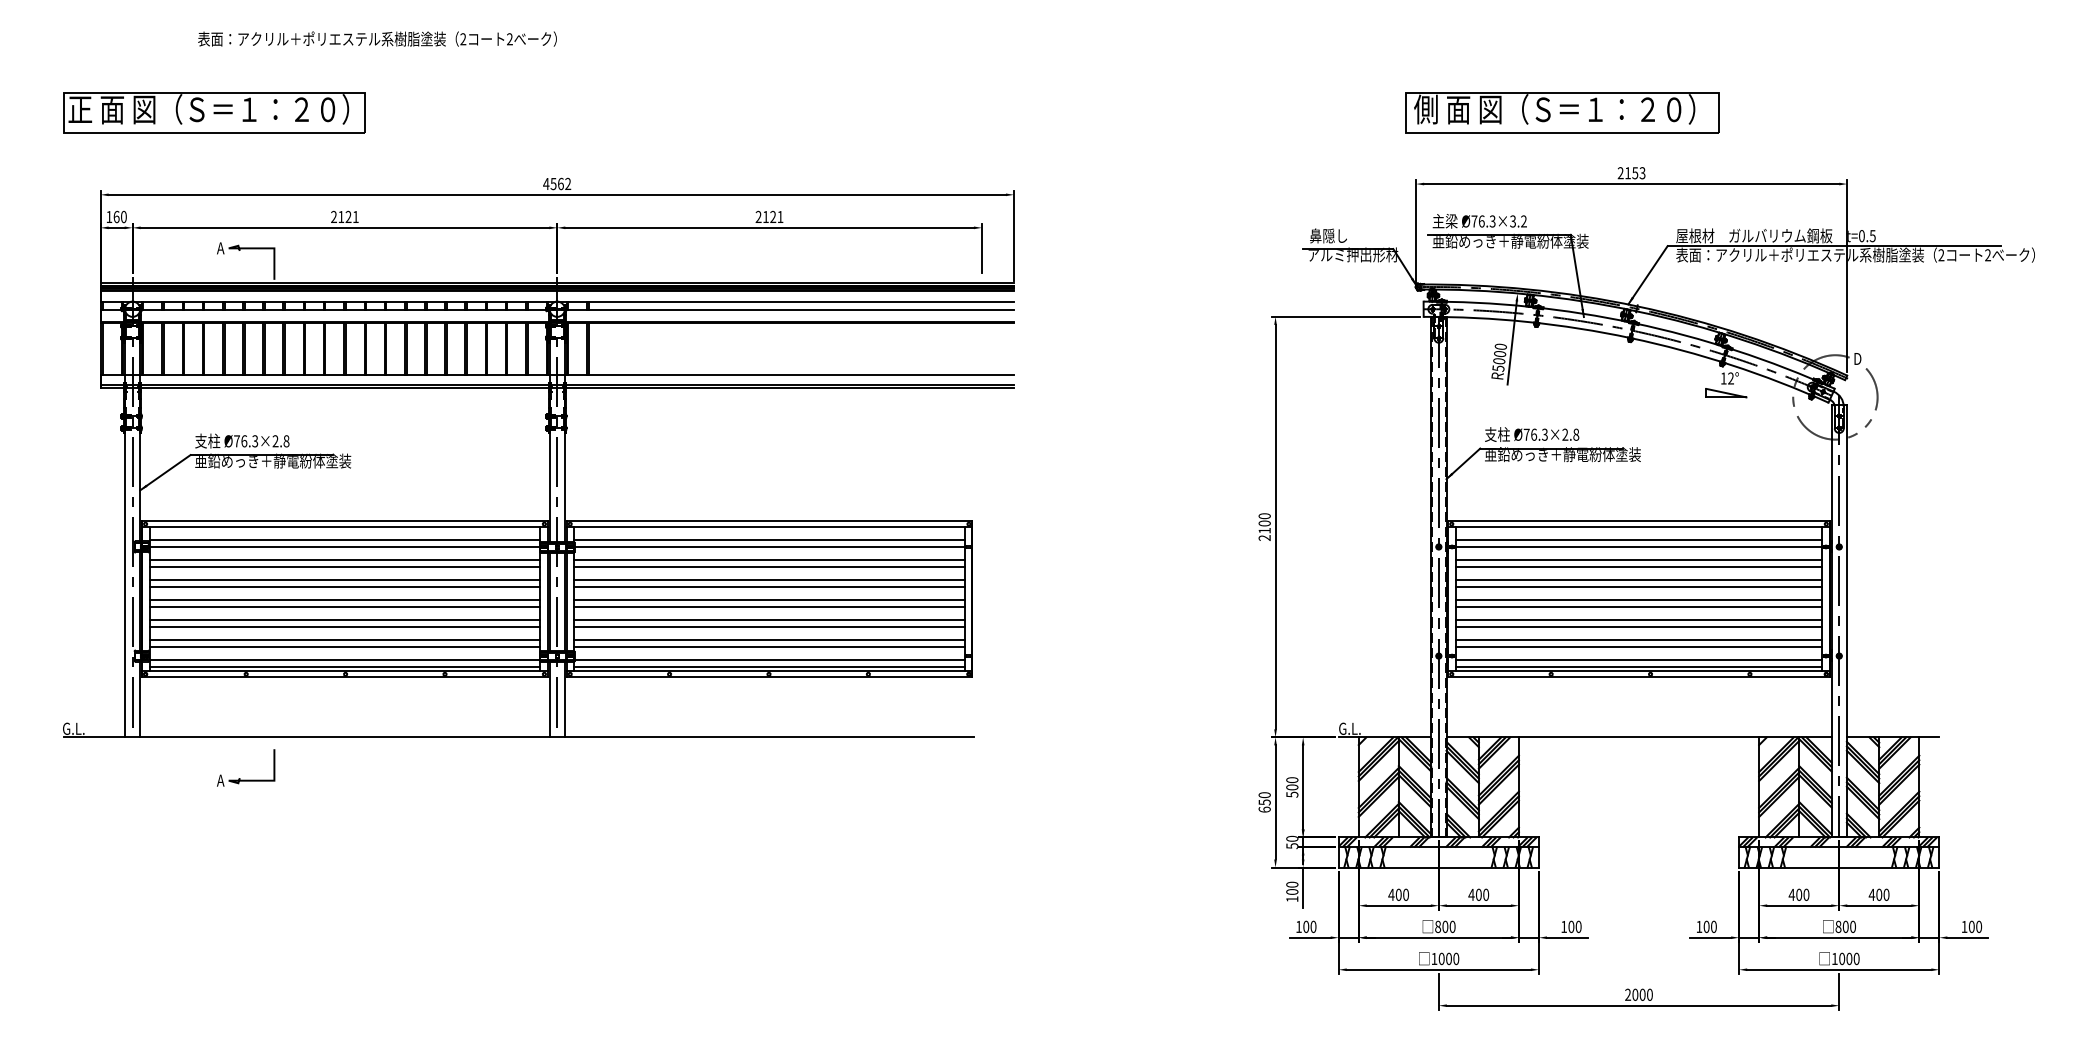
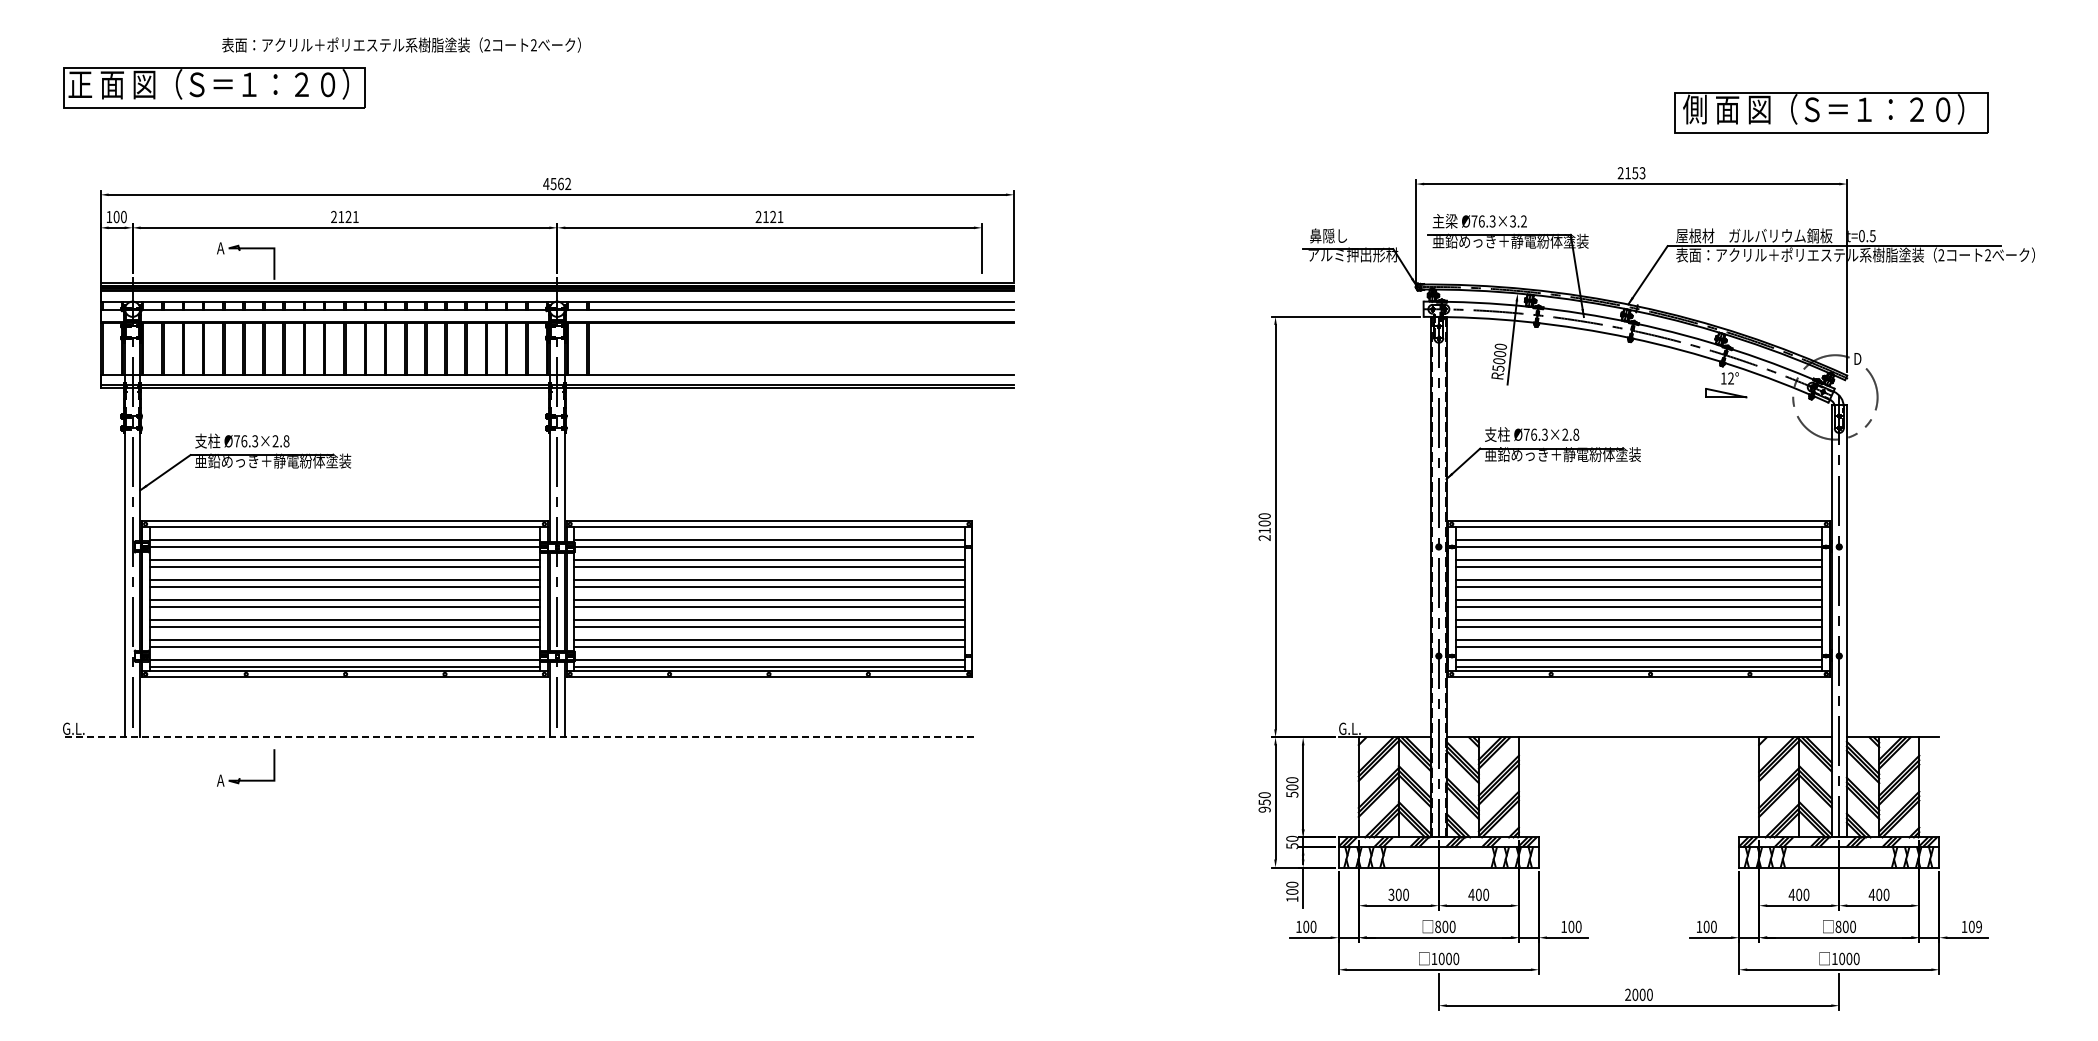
text at (377, 38) position: (377, 38) -> (401, 44)
part at (214, 112) position: (214, 112) -> (214, 87)
part at (1562, 112) position: (1562, 112) -> (1831, 112)
text at (116, 216): 160 -> 100
line at (518, 737): solid -> dashed
text at (1264, 809): 650 -> 950
text at (1391, 894): 400 -> 300
text at (1978, 926): 100 -> 109
